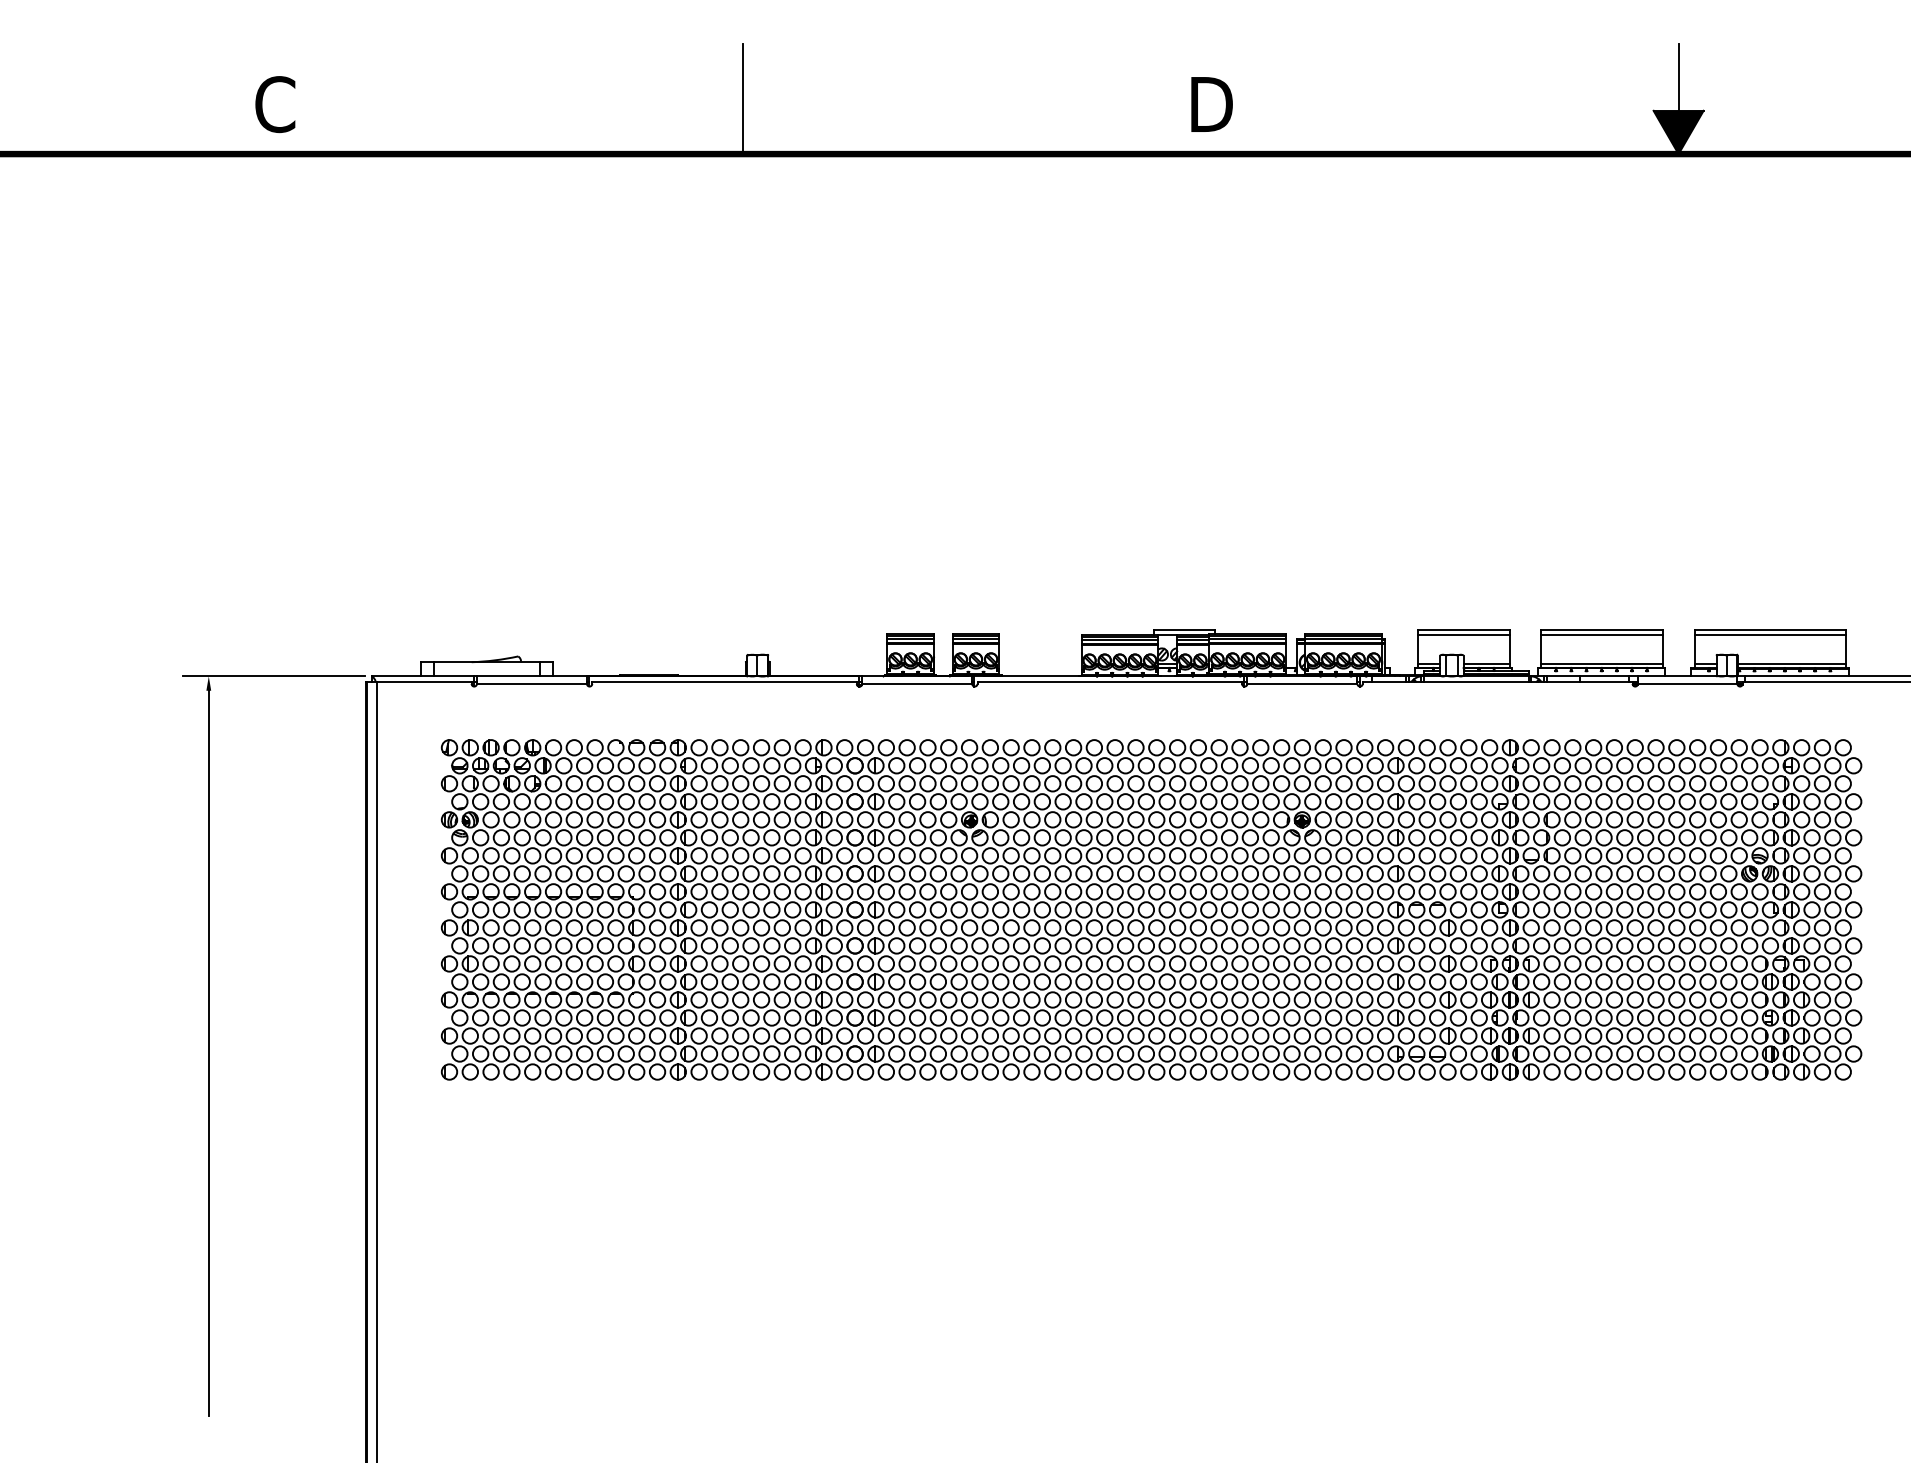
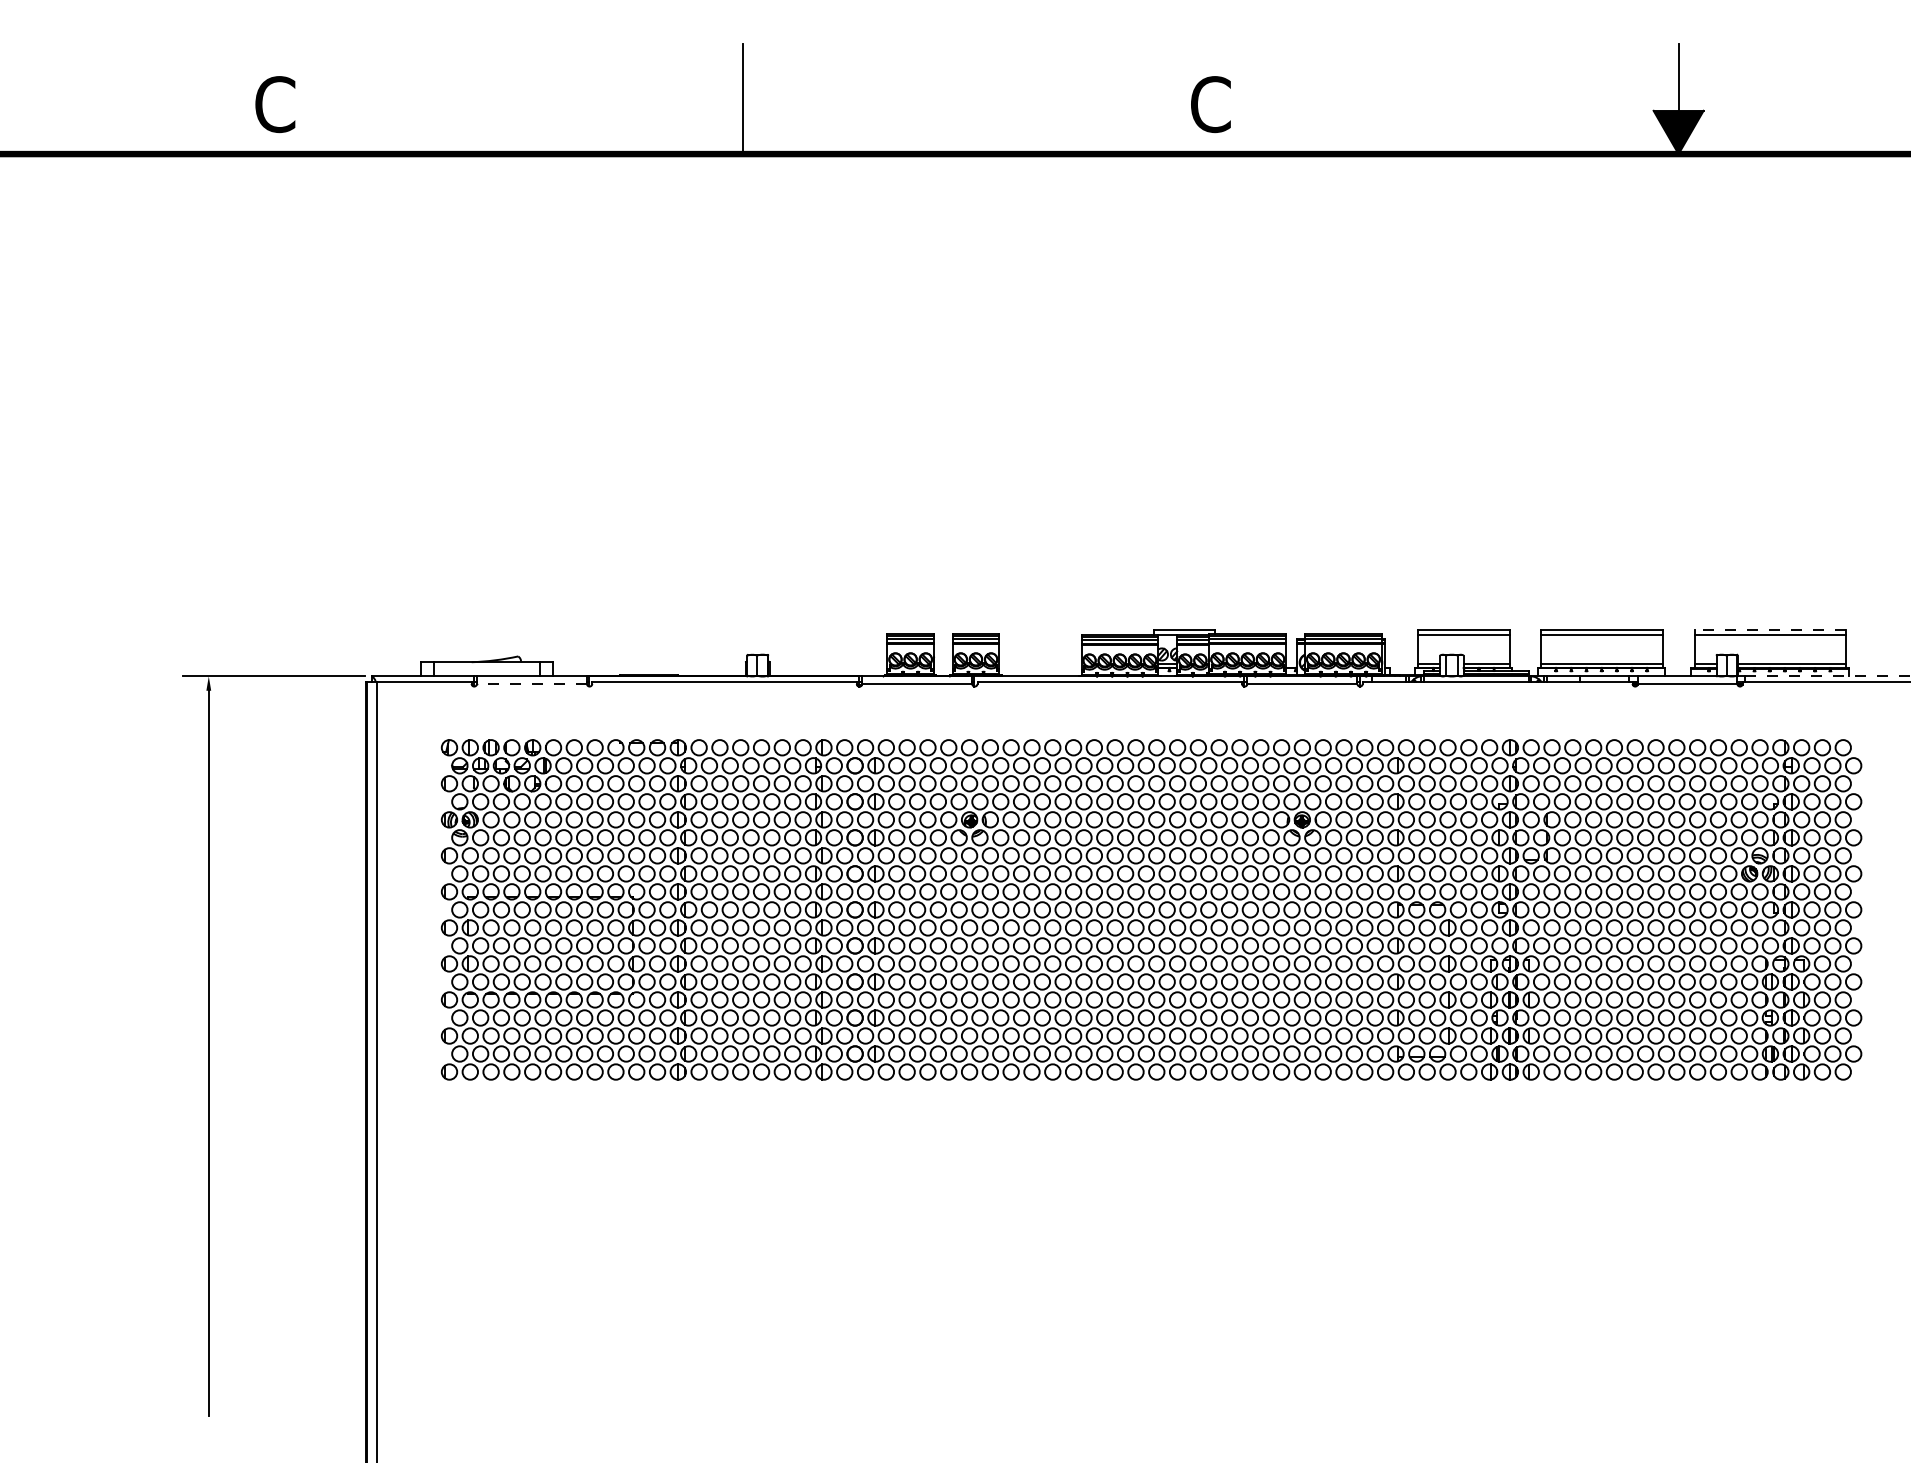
text at (1211, 104): D -> C
line at (1770, 630): solid -> dashed
line at (1827, 676): solid -> dashed
line at (531, 683): solid -> dashed
